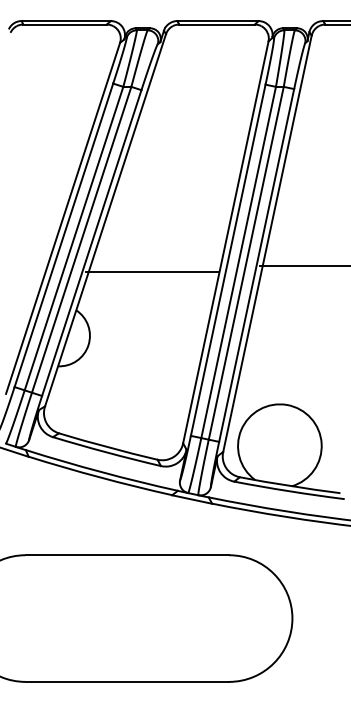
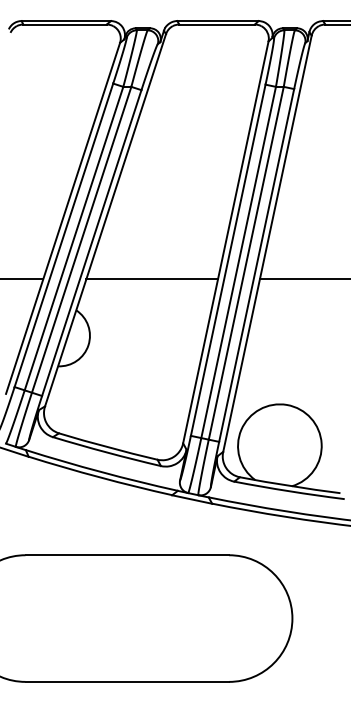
line at (303, 266) position: (303, 266) -> (303, 279)
line at (152, 272) position: (152, 272) -> (152, 279)
line at (22, 279): none -> present
